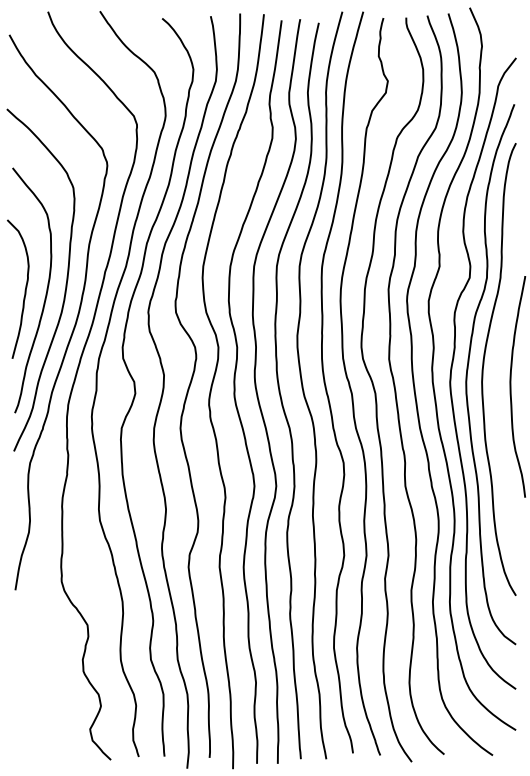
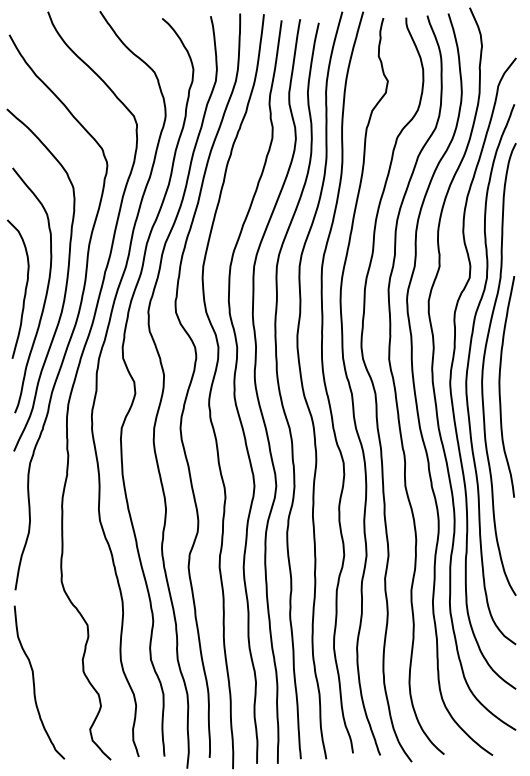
curve at (511, 386) position: (511, 386) -> (500, 386)
curve at (34, 682): none -> present
